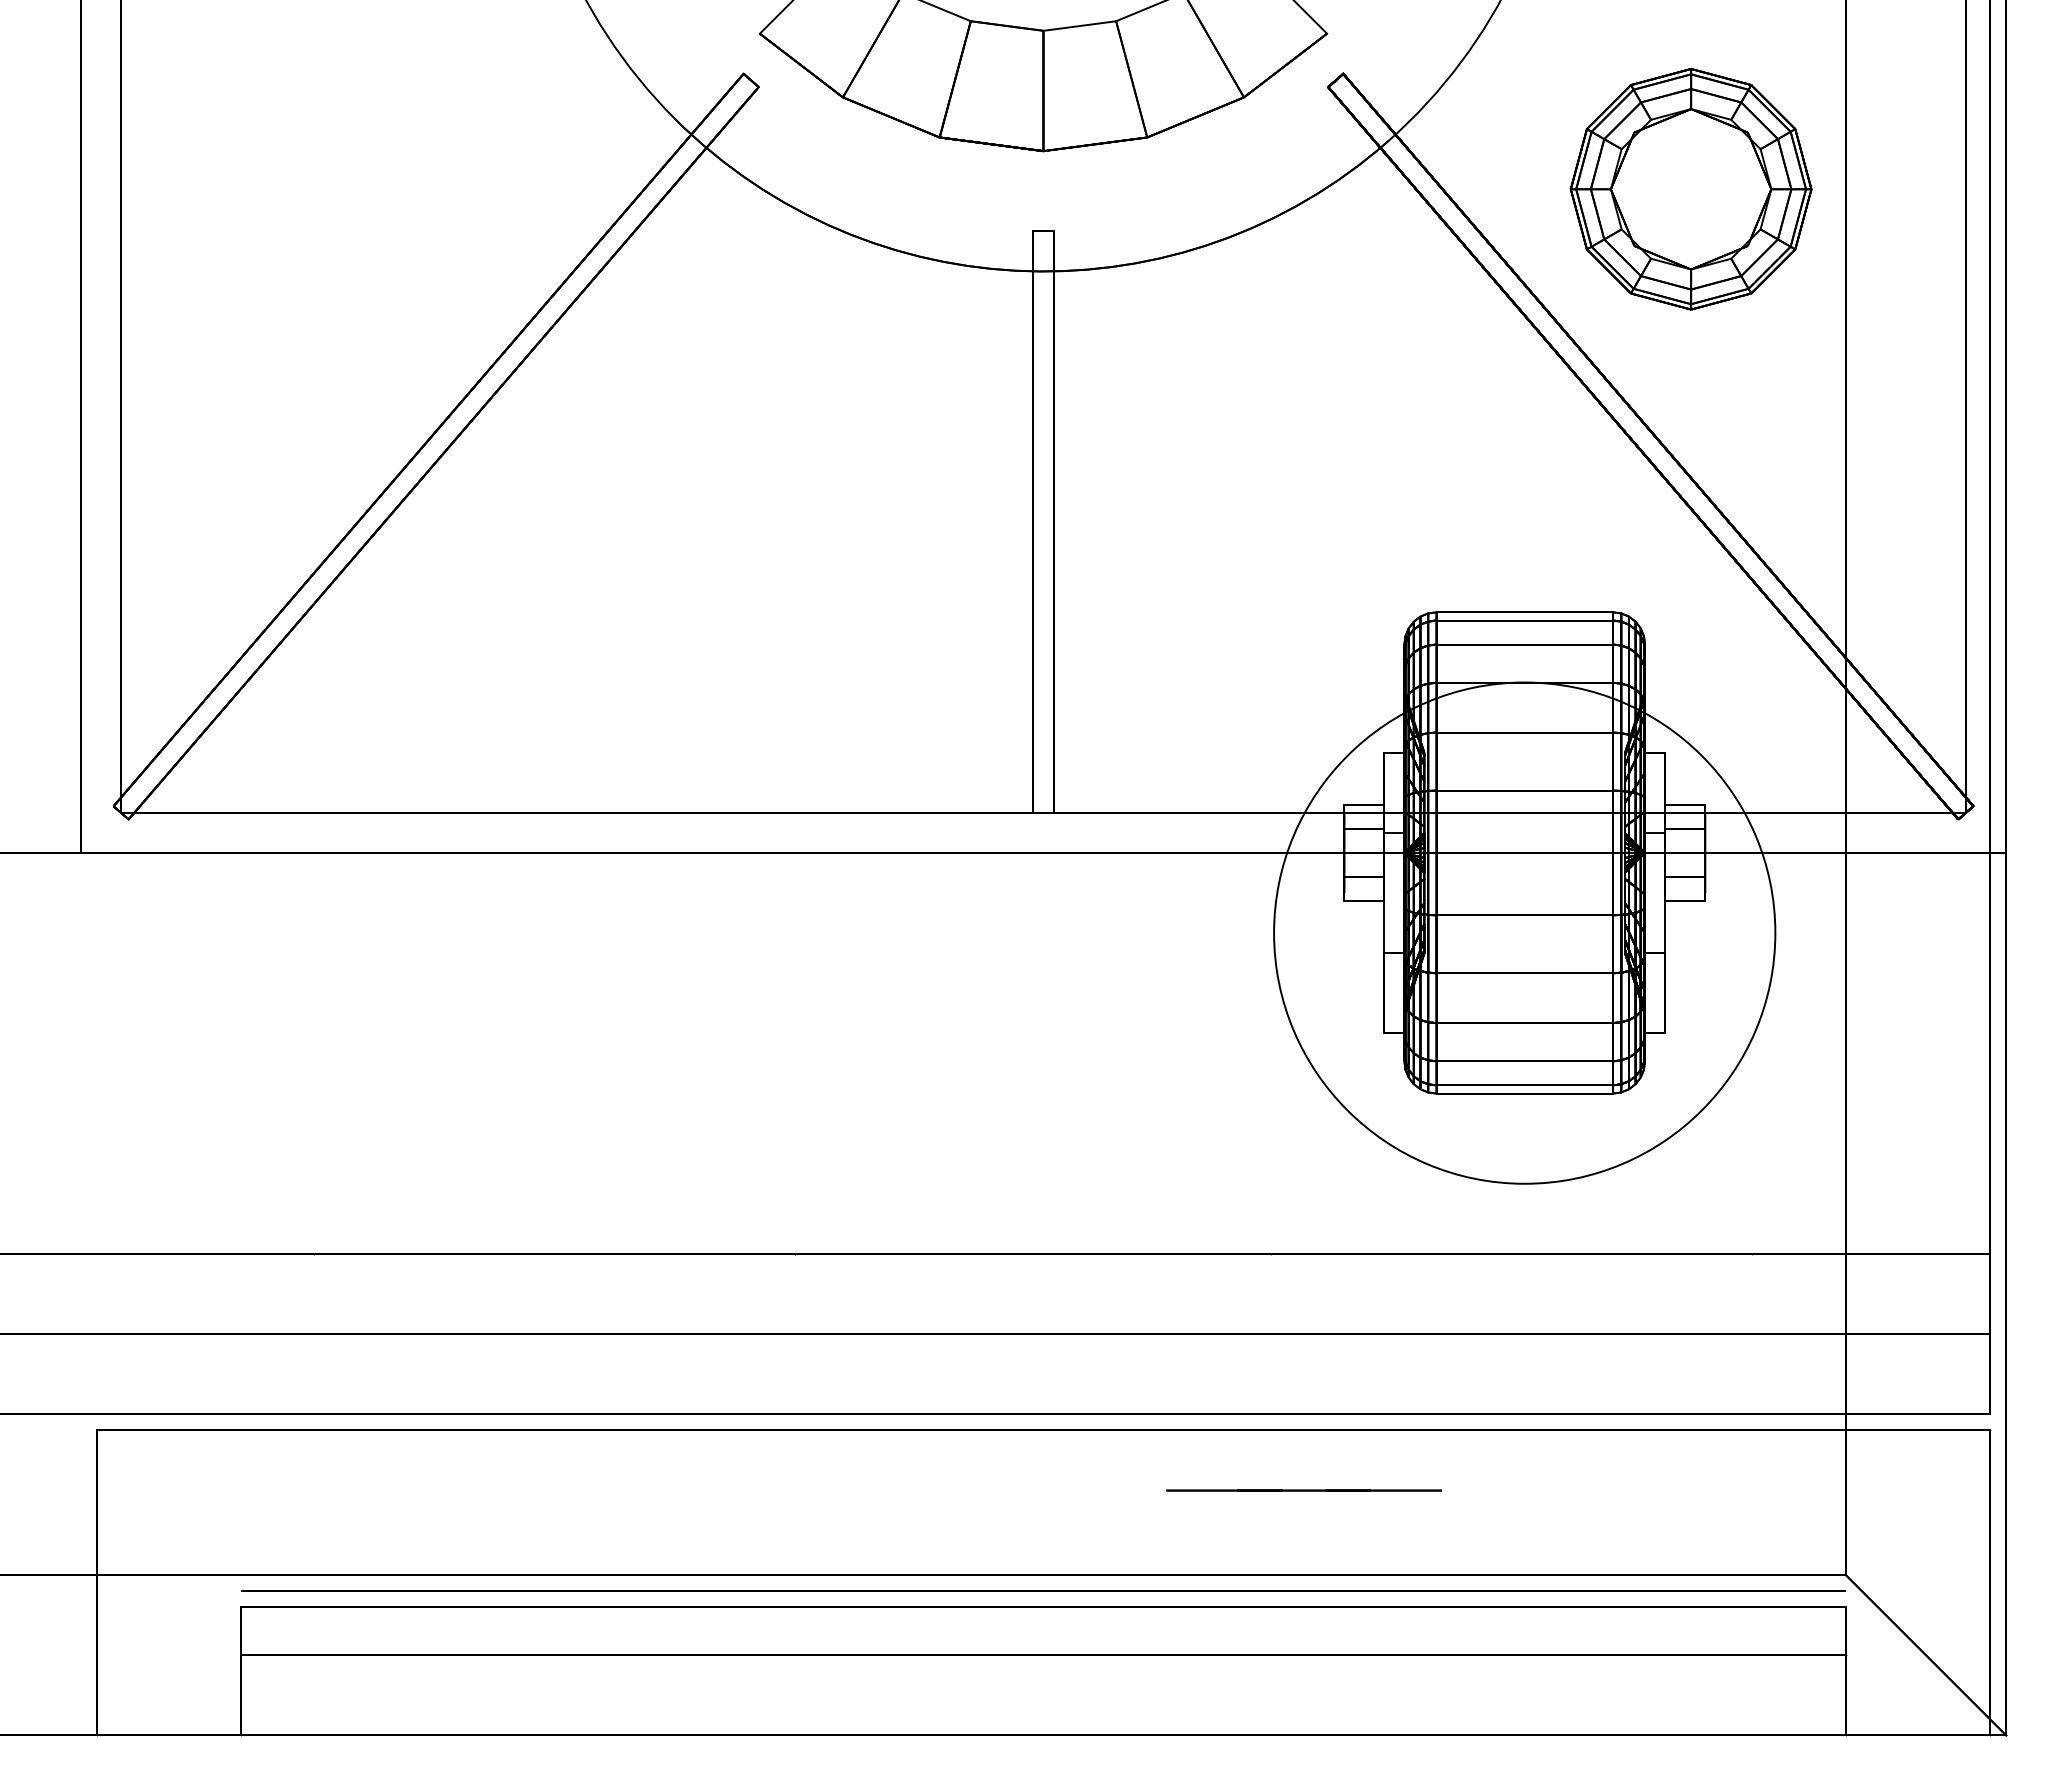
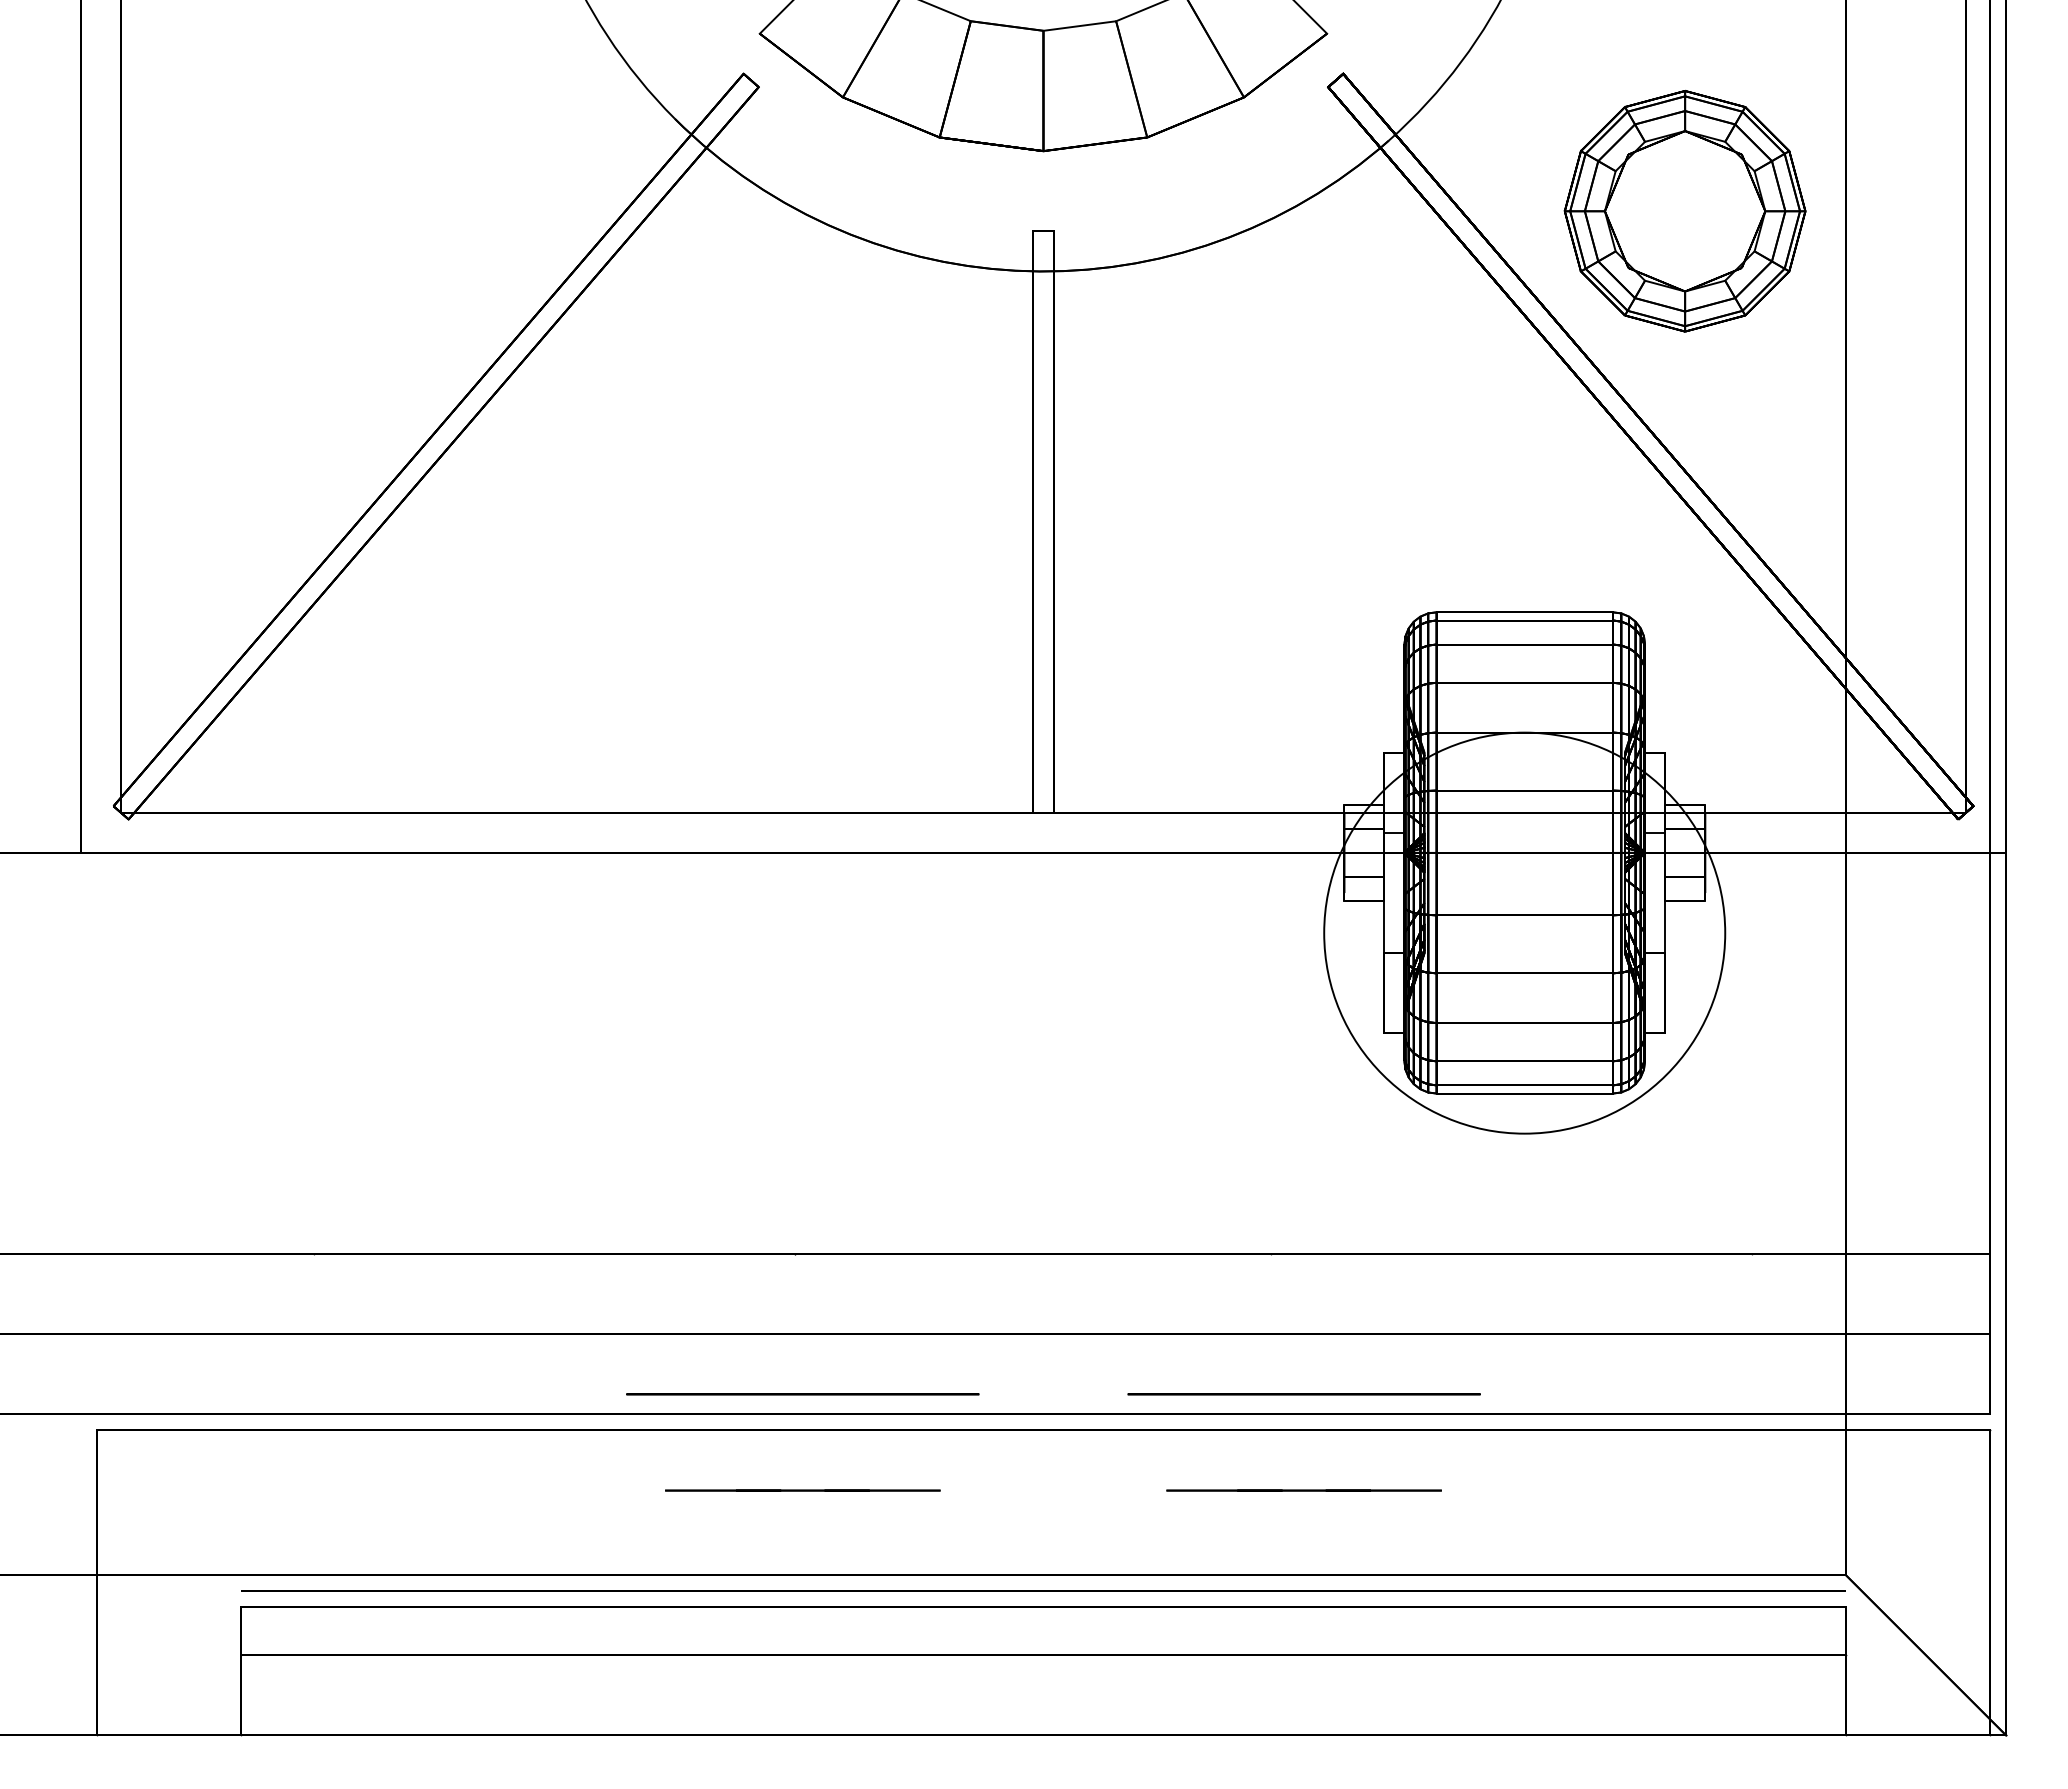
part at (1690, 189) position: (1690, 189) -> (1684, 211)
circle at (1524, 932) diameter: 501 px -> 401 px
circle at (802, 1394): none -> present
circle at (1303, 1394): none -> present
line at (802, 1490): none -> present
